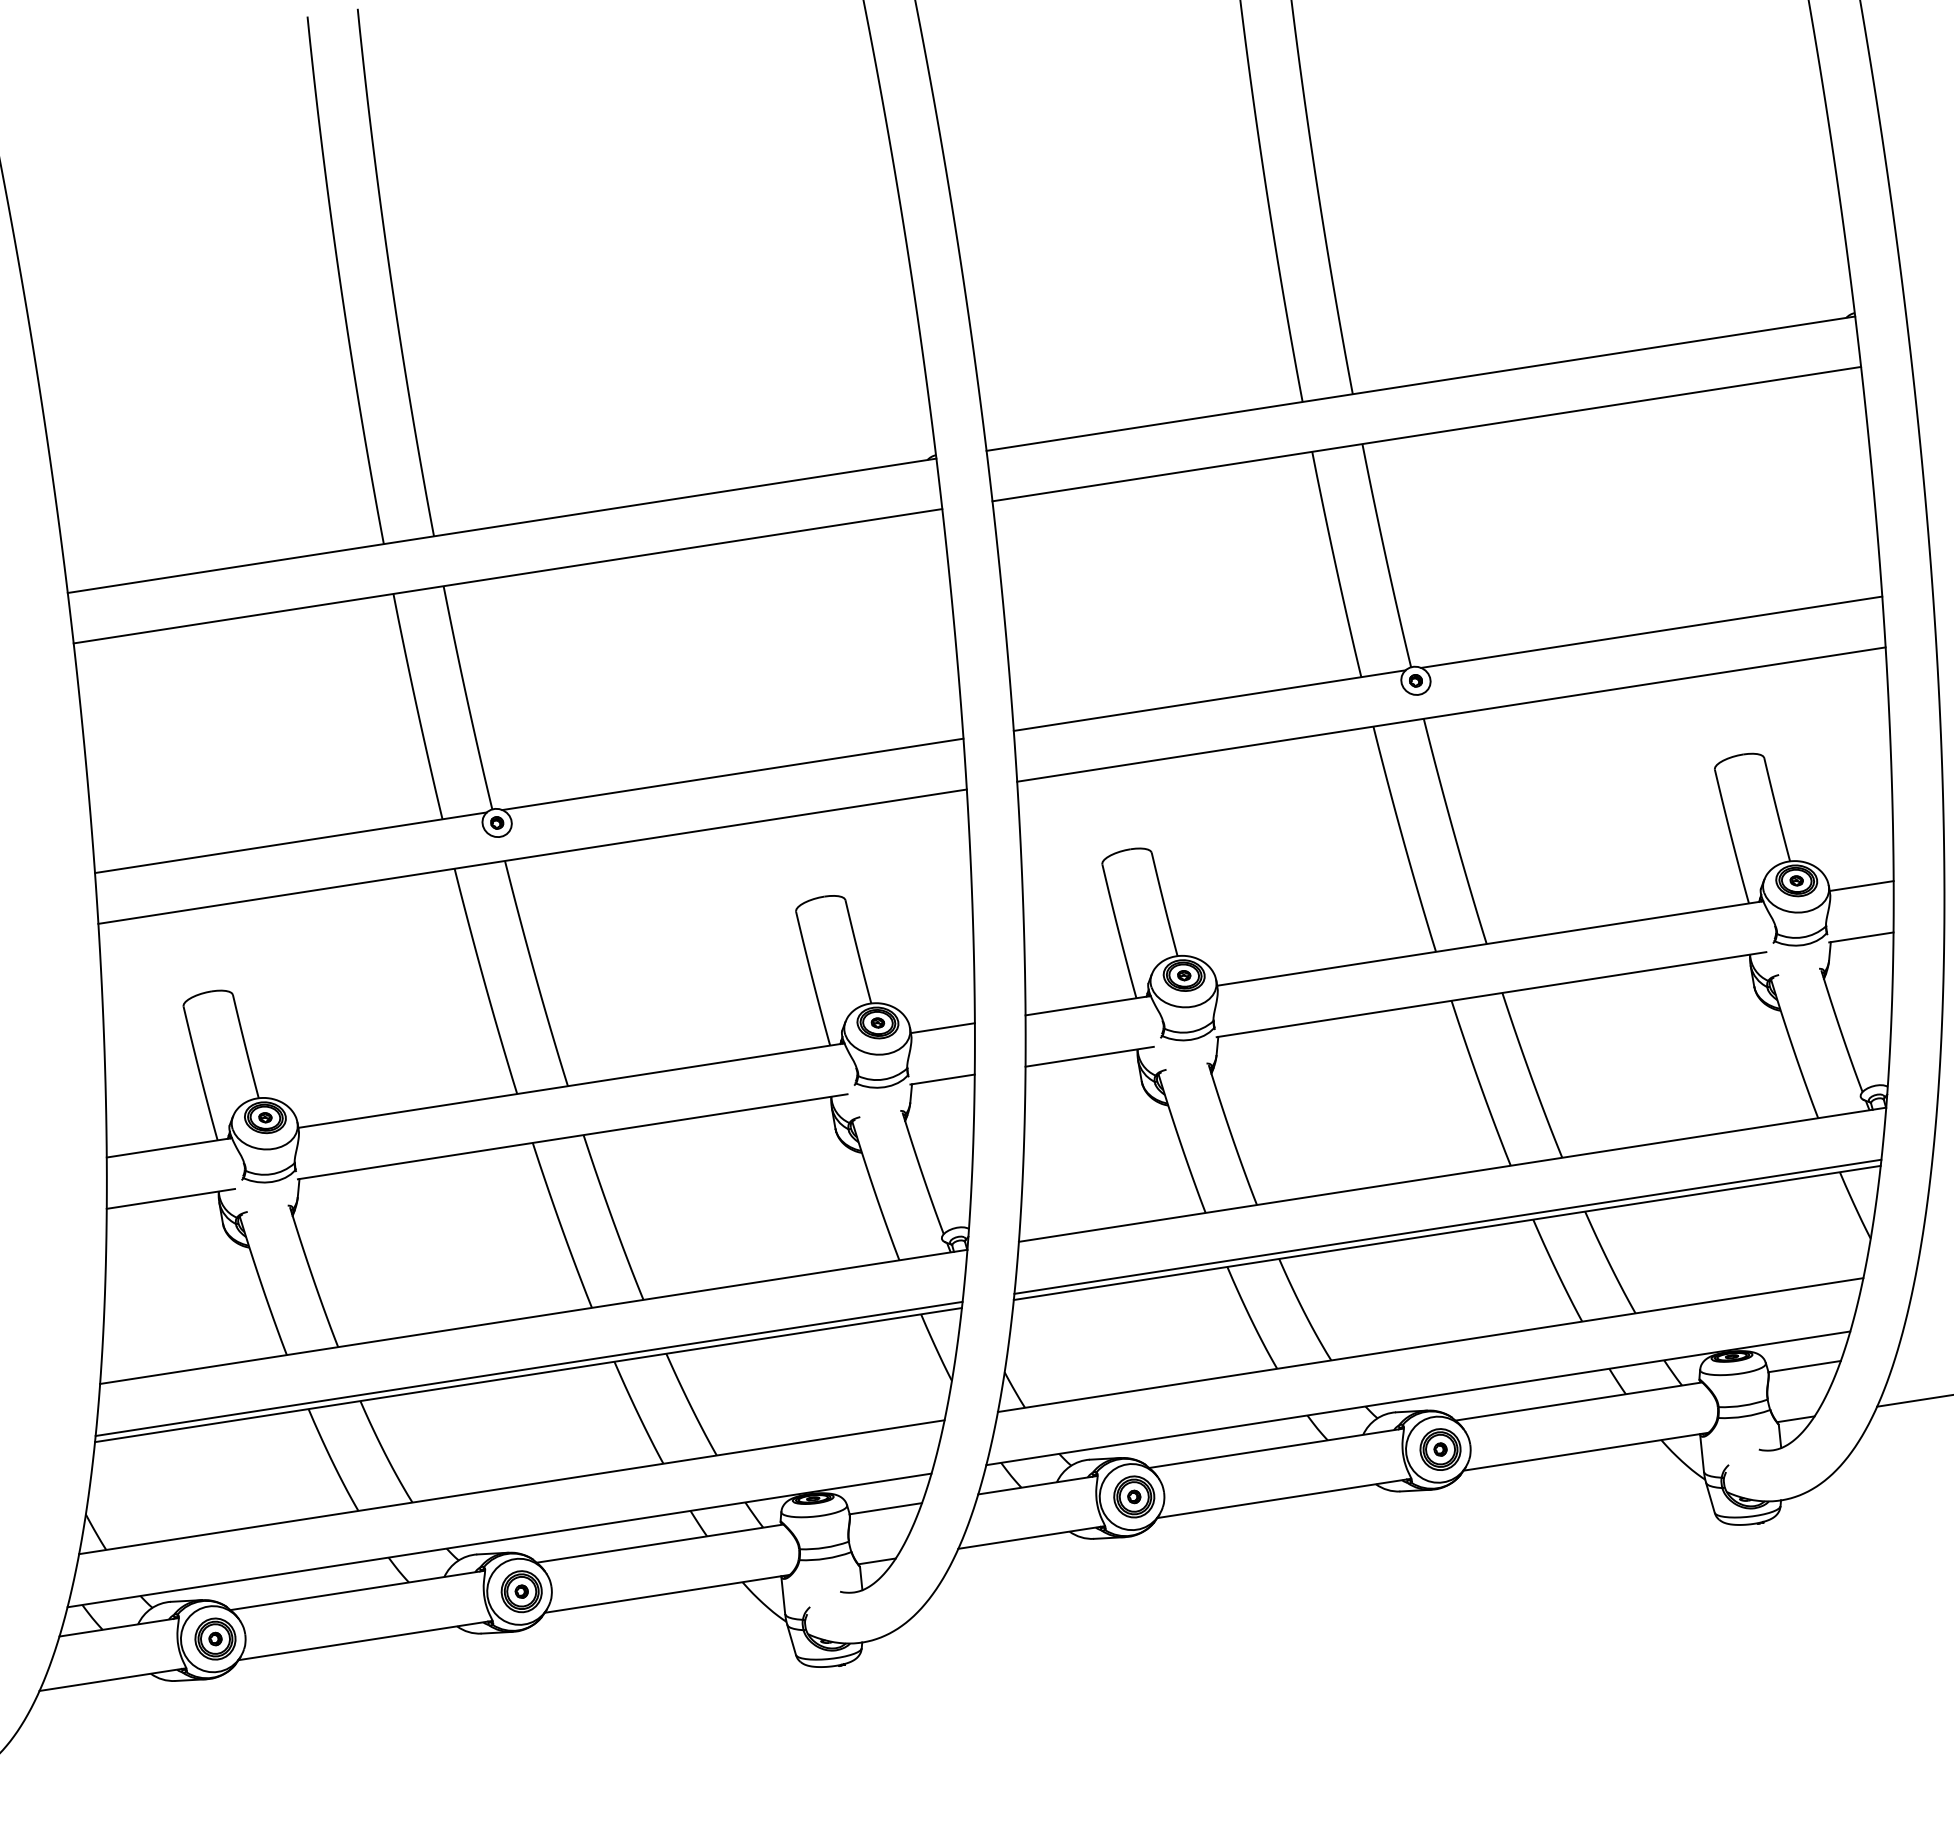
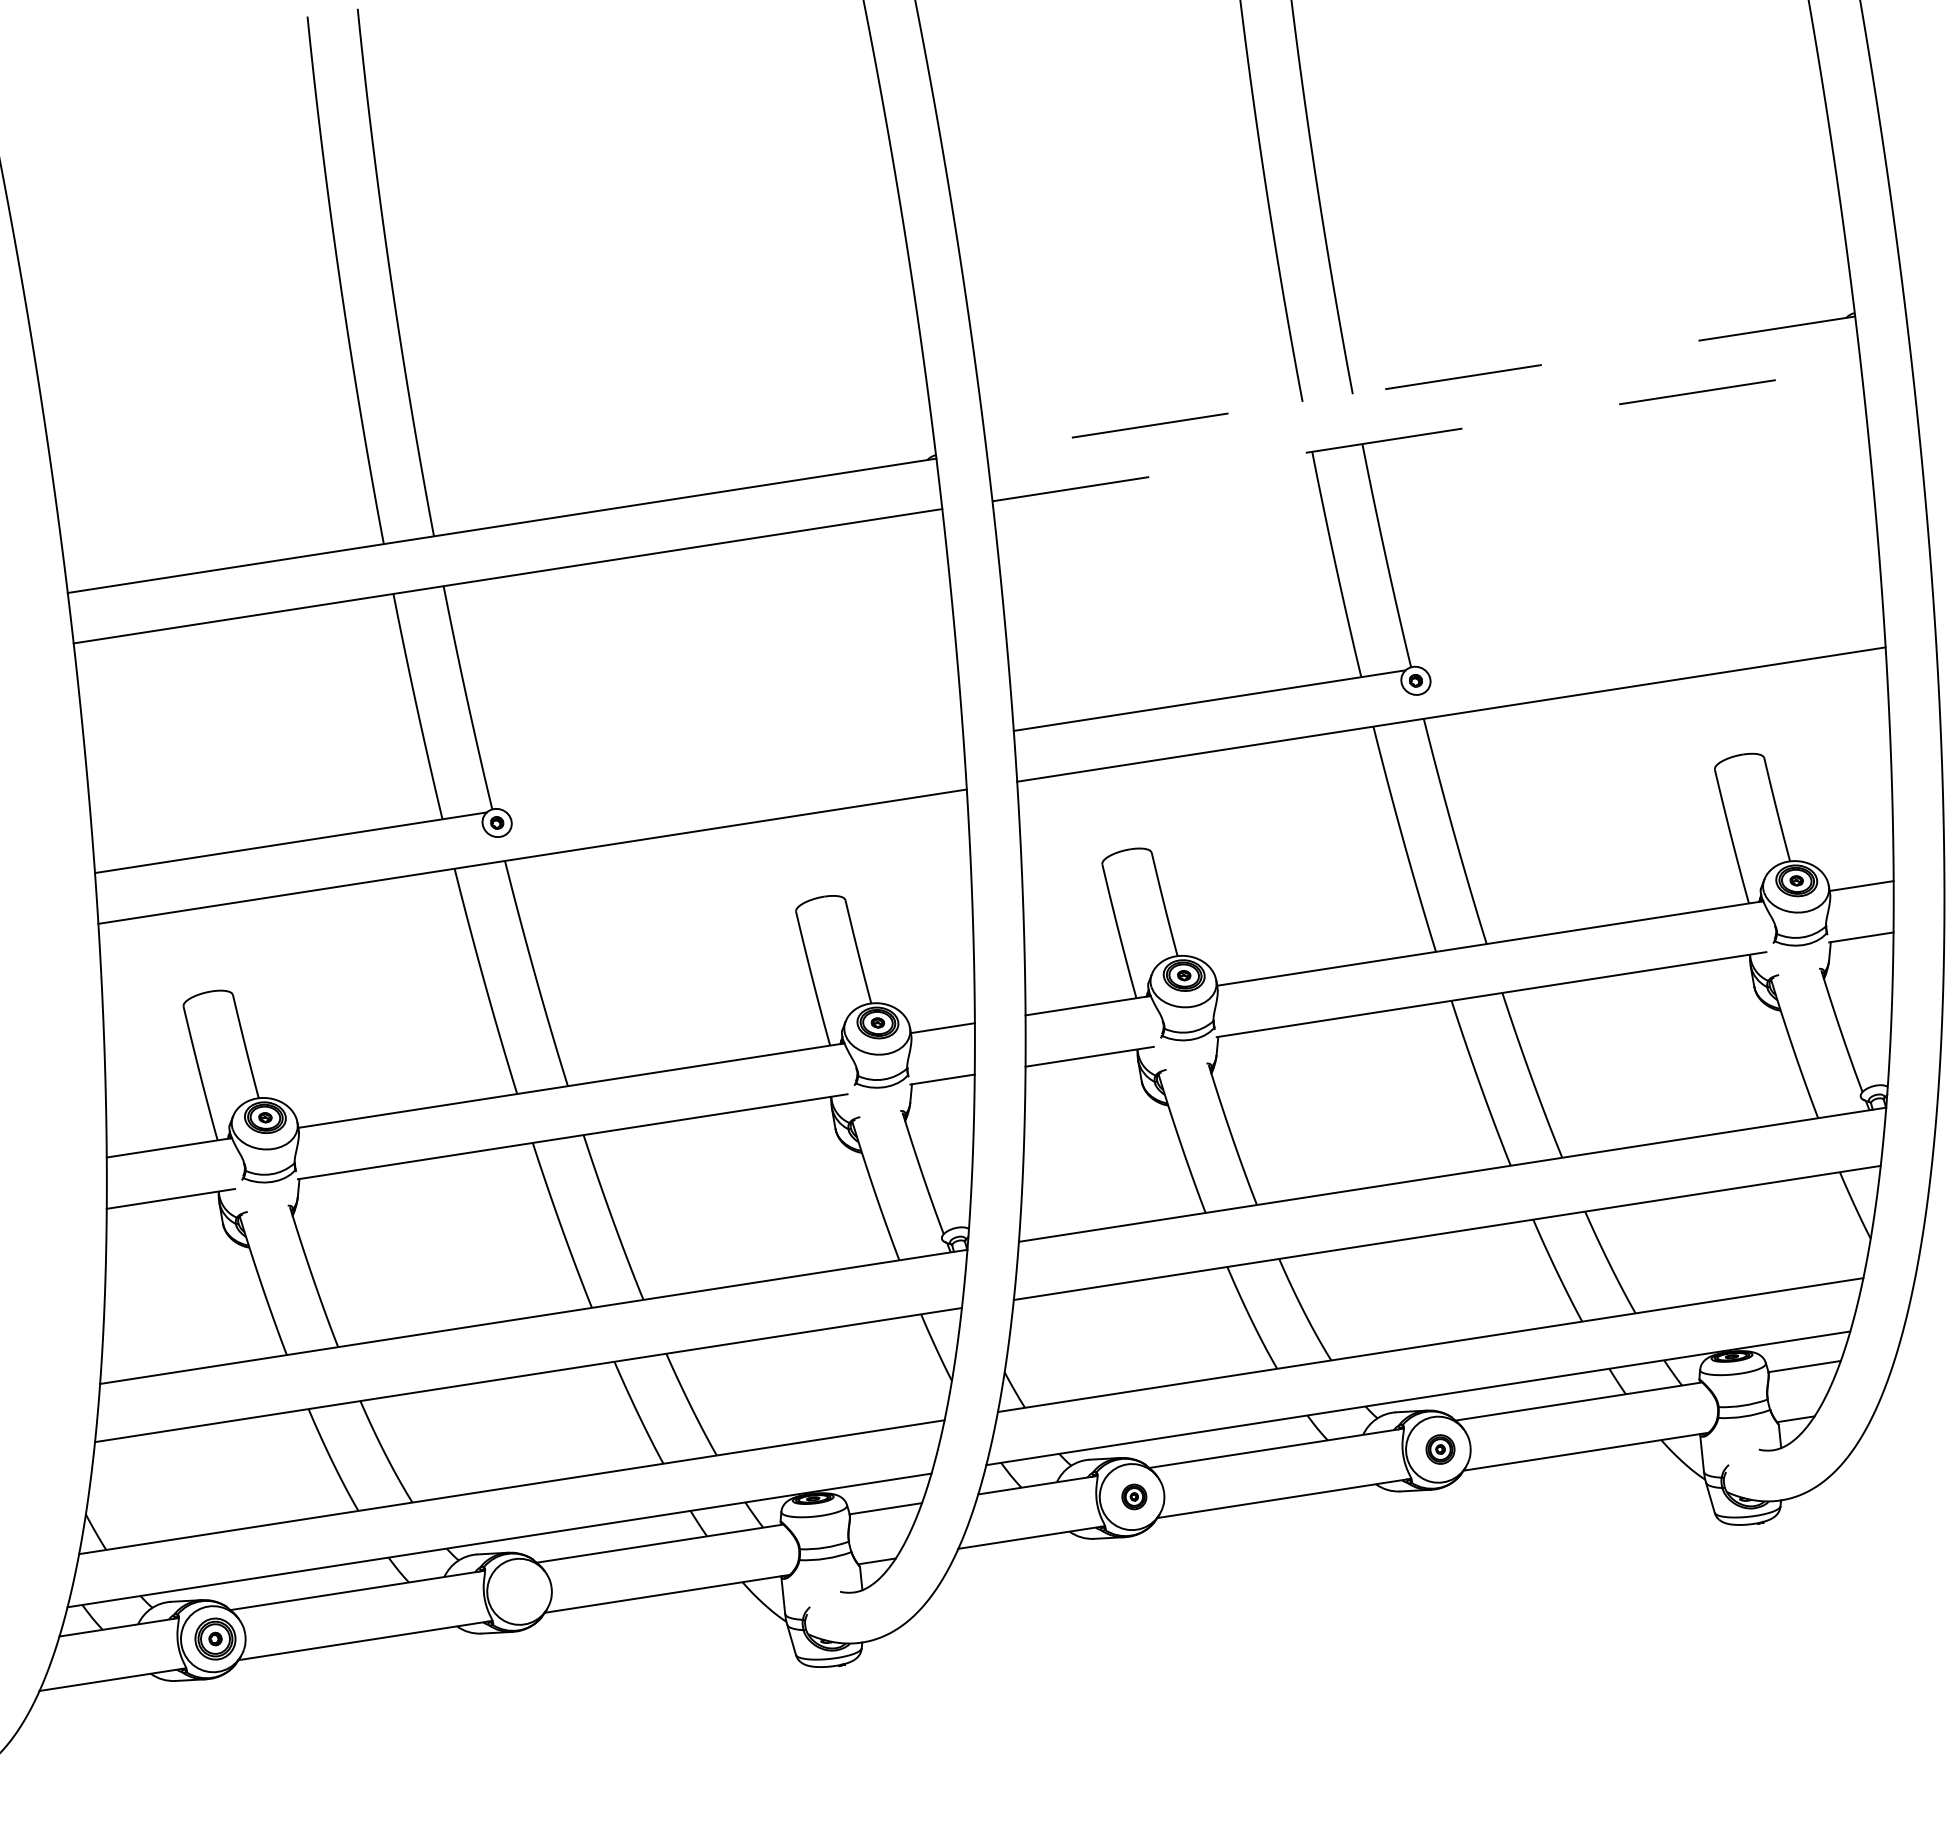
line at (1420, 383): solid -> dashed
line at (1427, 434): solid -> dashed
line at (1651, 631): present -> none
line at (732, 774): present -> none
line at (1447, 1226): present -> none
line at (528, 1368): present -> none
line at (1913, 1400): present -> none
part at (1440, 1449) size: 43x43 px -> 31x31 px
part at (1134, 1496) size: 43x44 px -> 27x28 px
part at (521, 1591): present -> none
